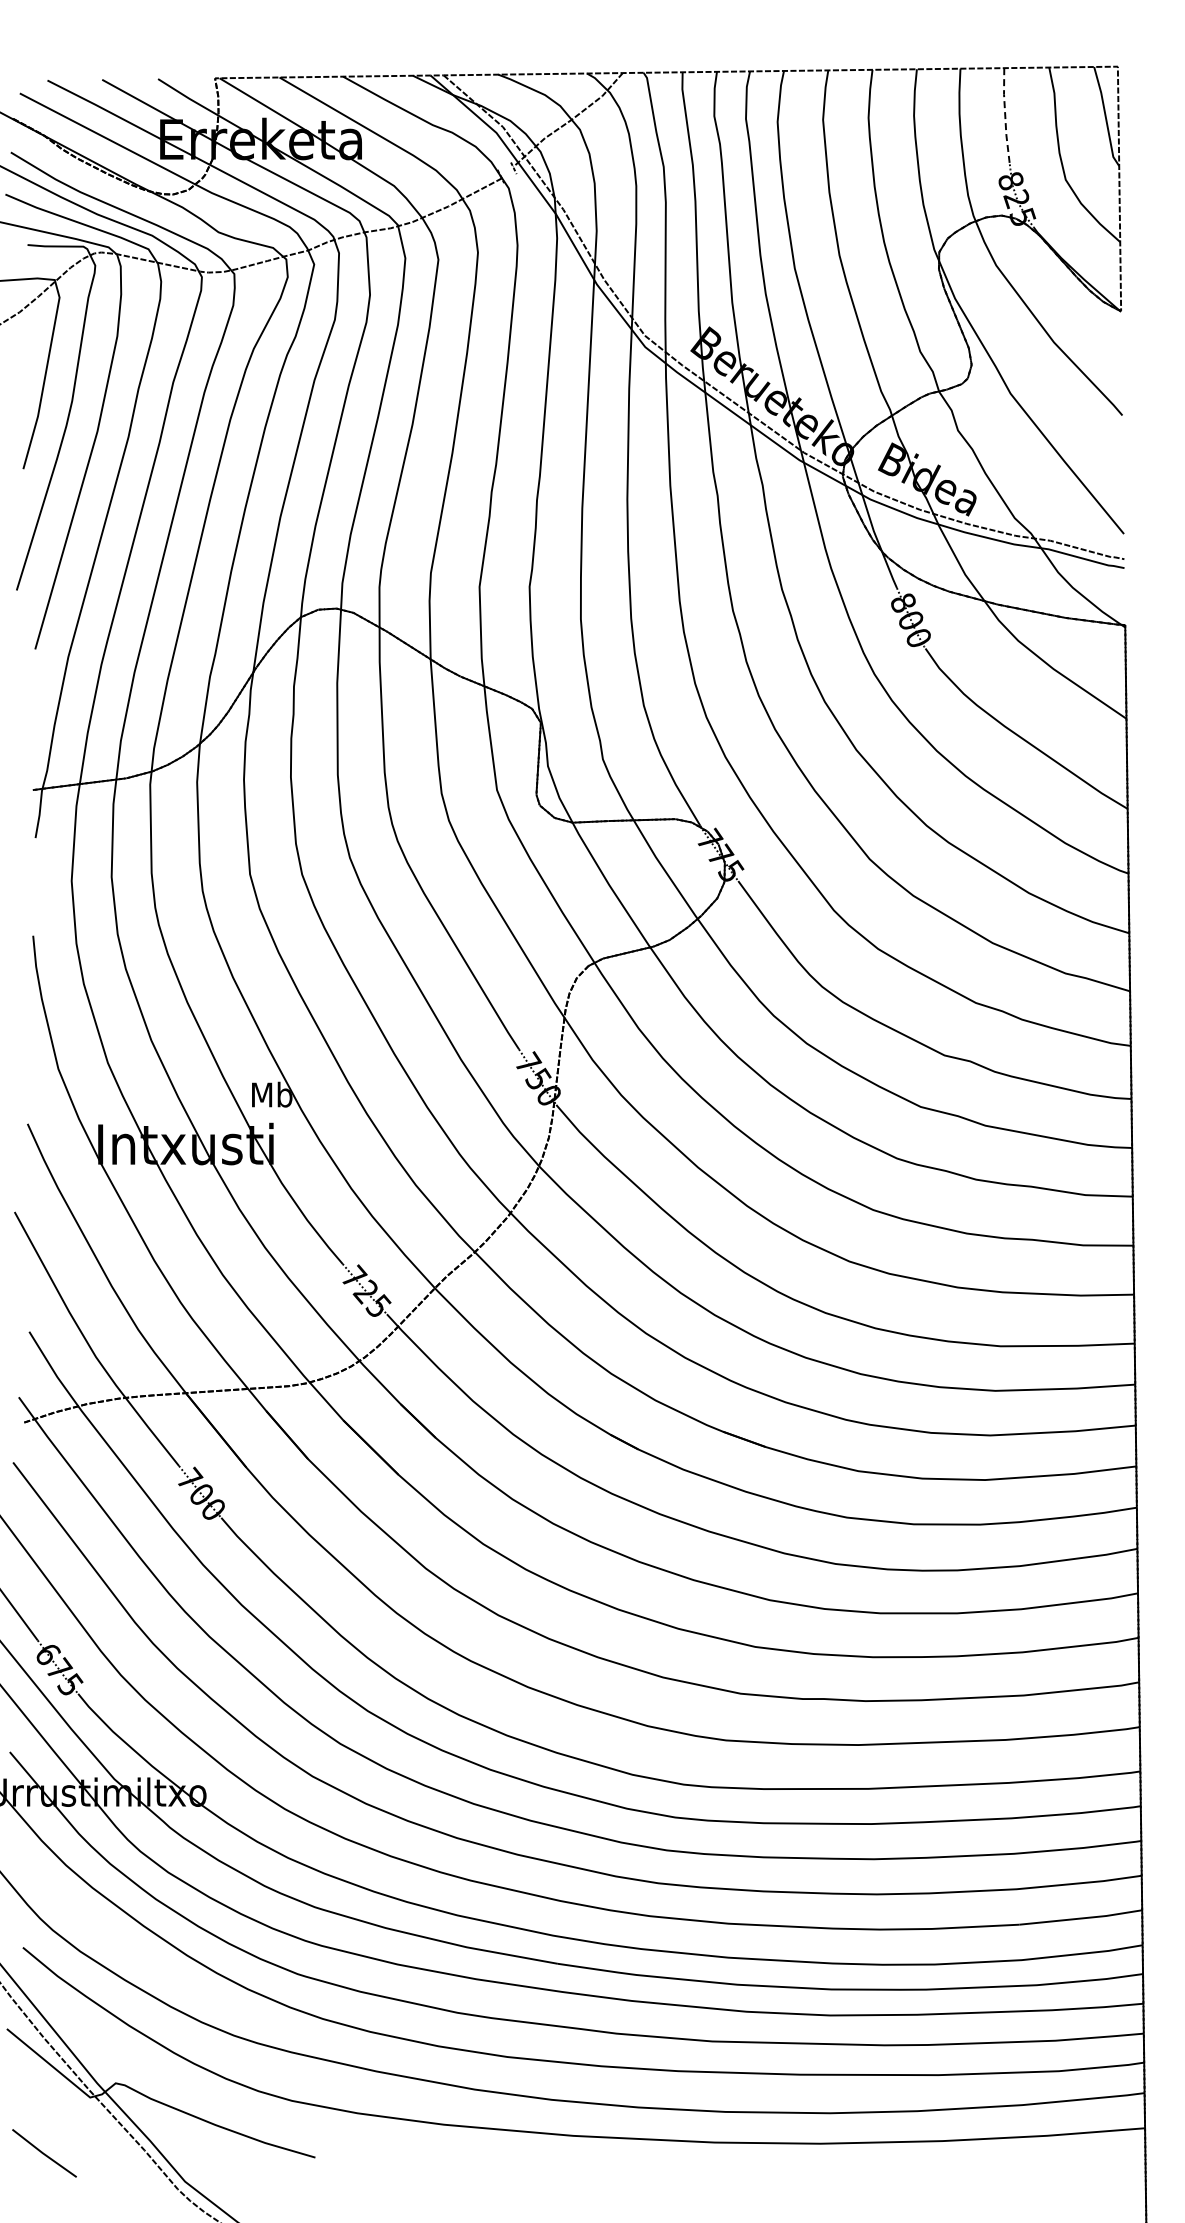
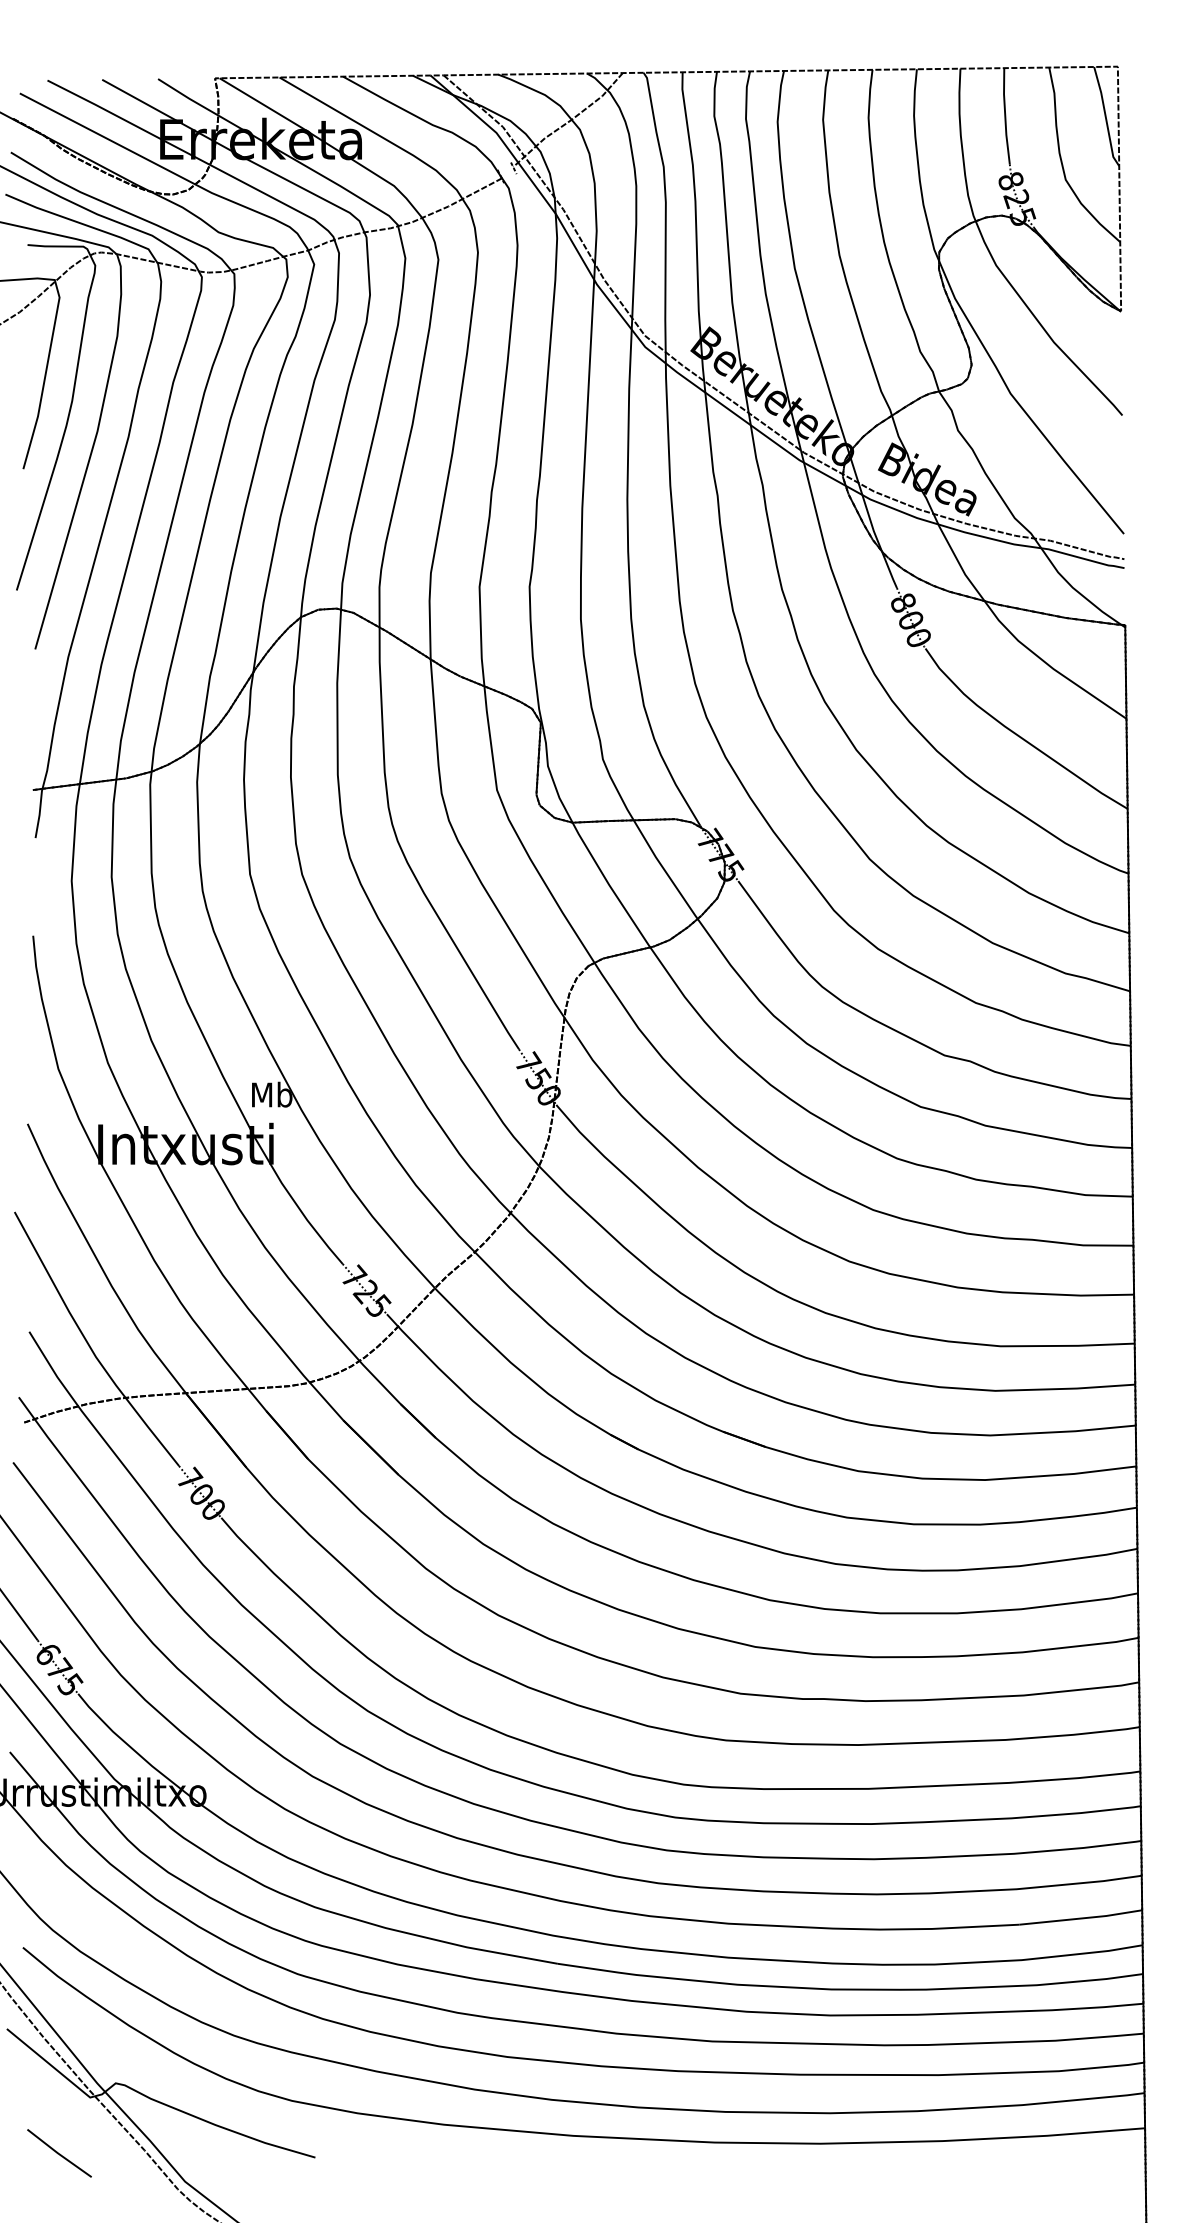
line at (1005, 116): dashed -> solid
line at (44, 2153) position: (44, 2153) -> (59, 2153)
